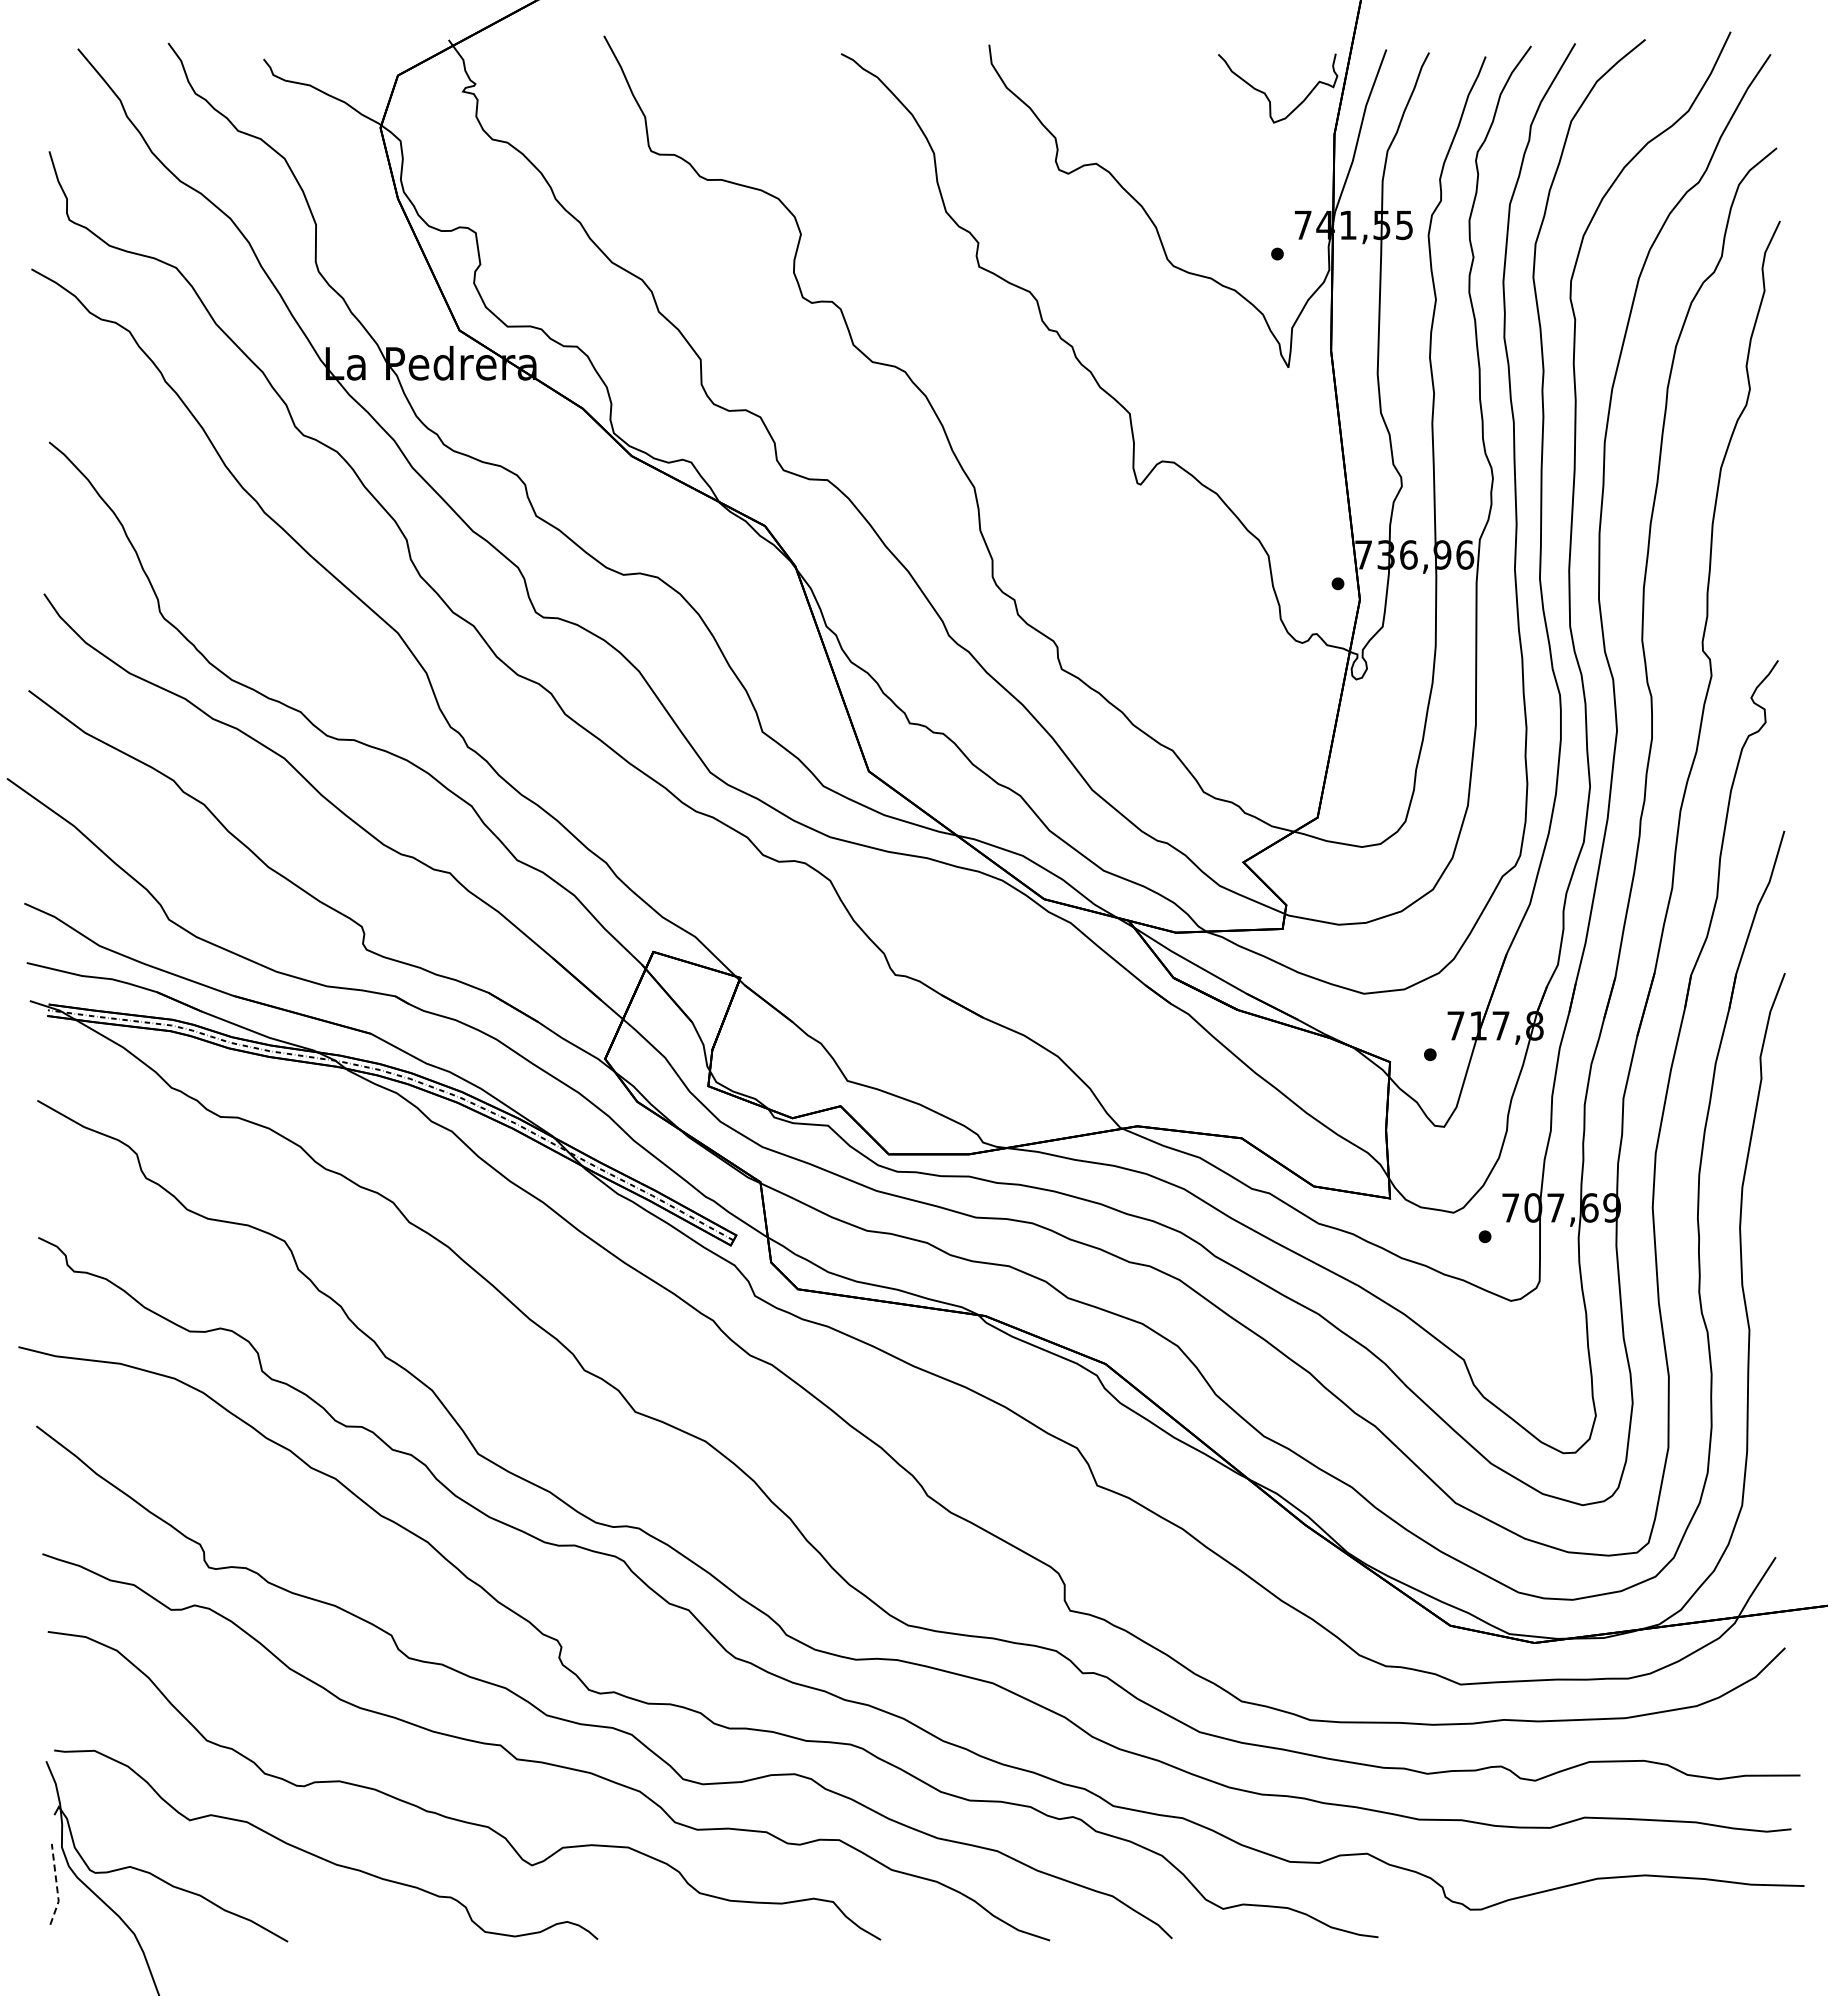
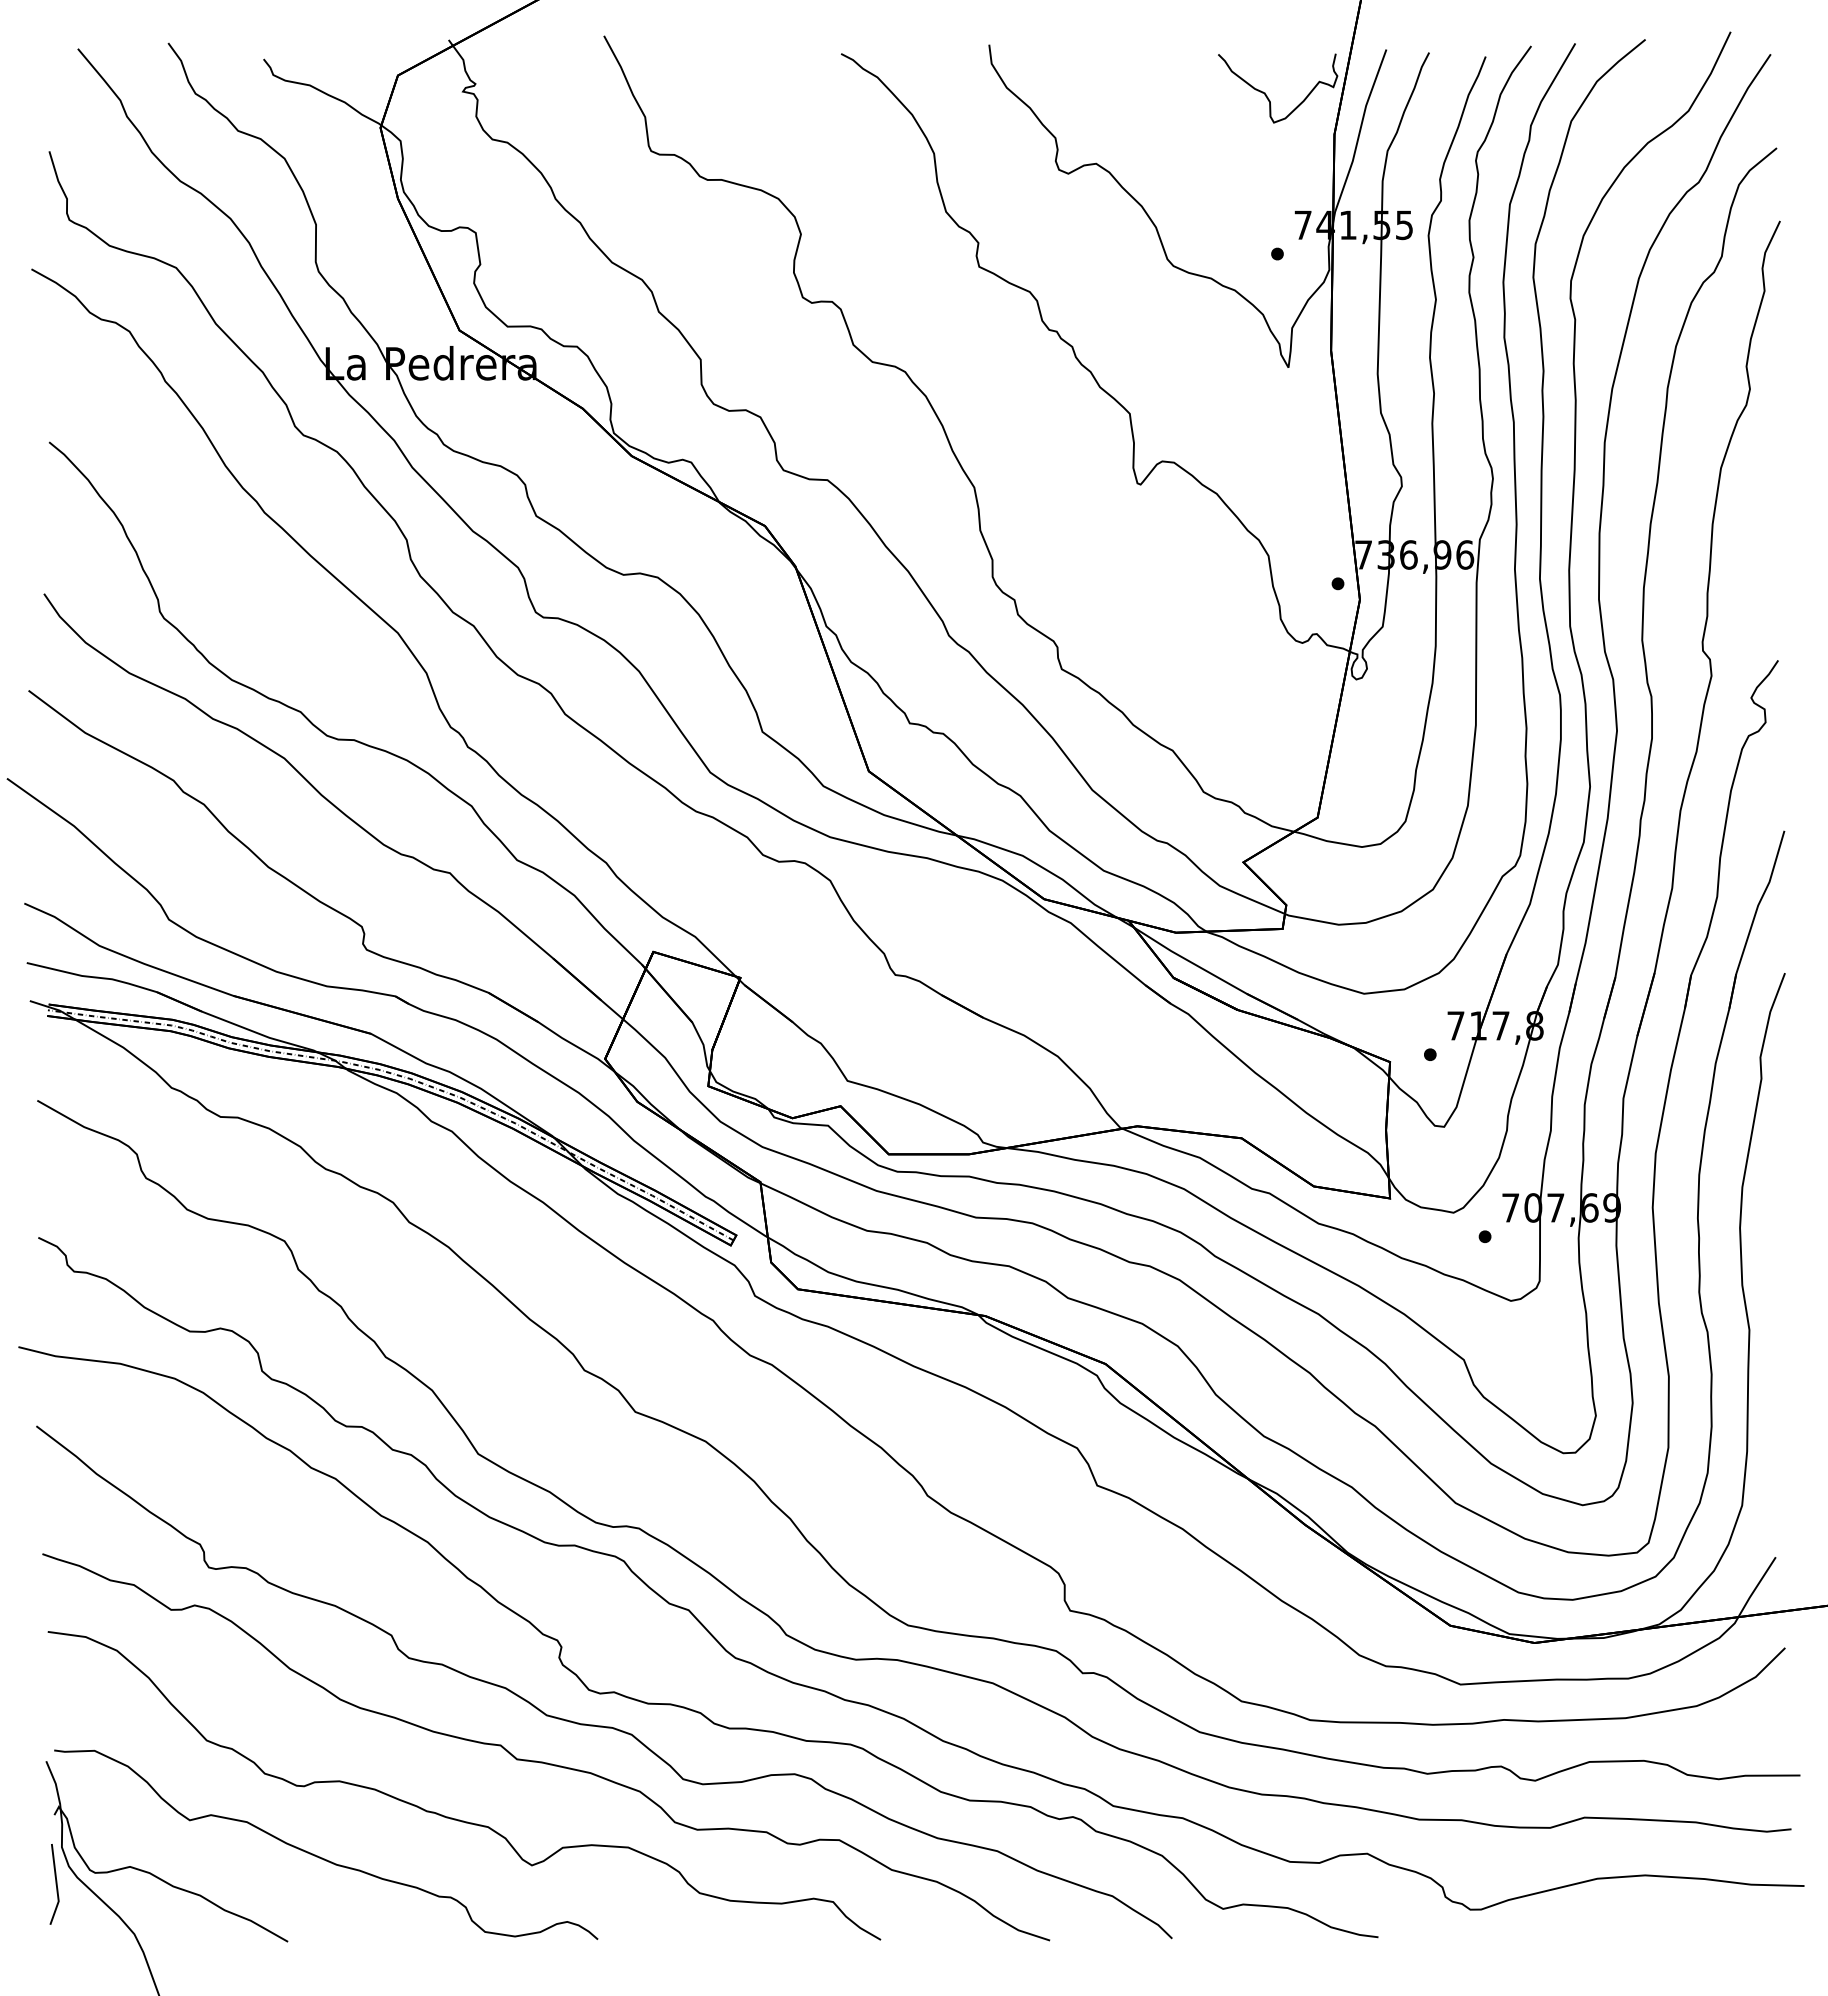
line at (56, 1885): dashed -> solid
